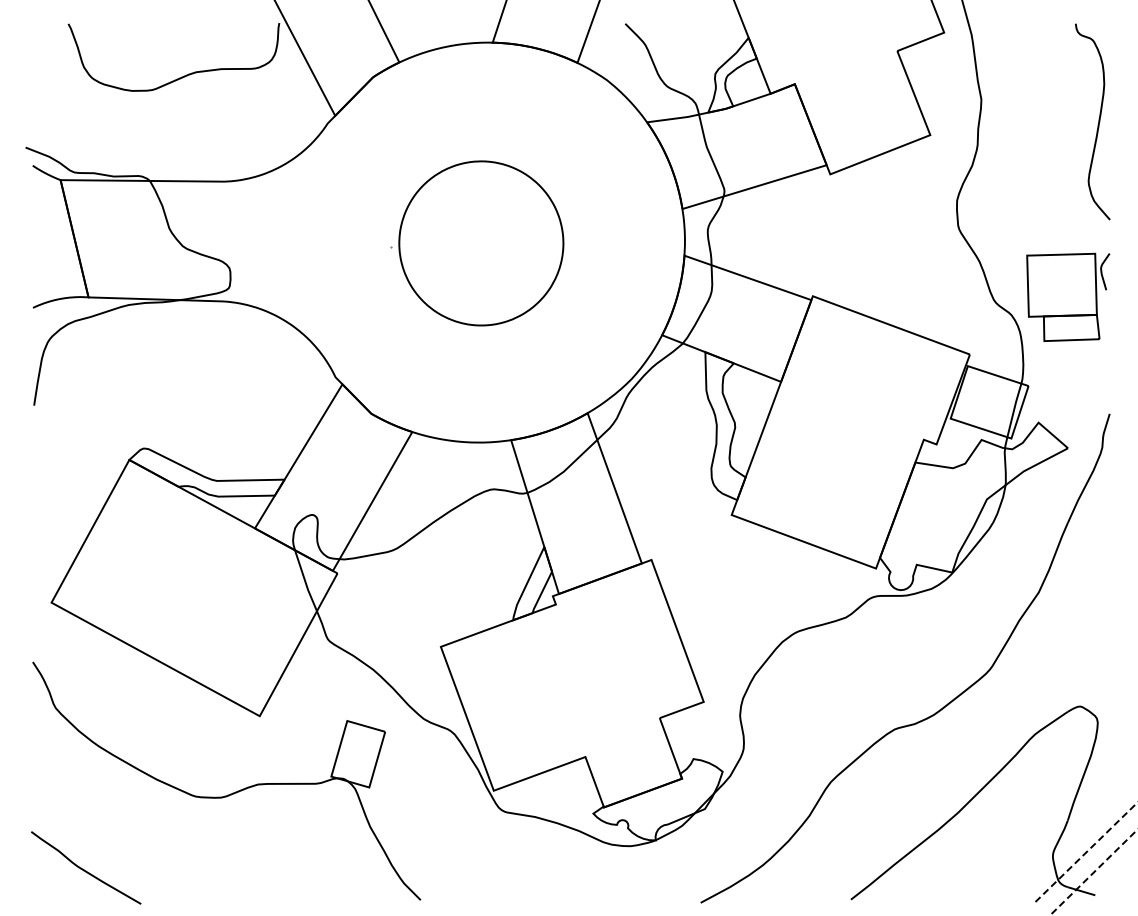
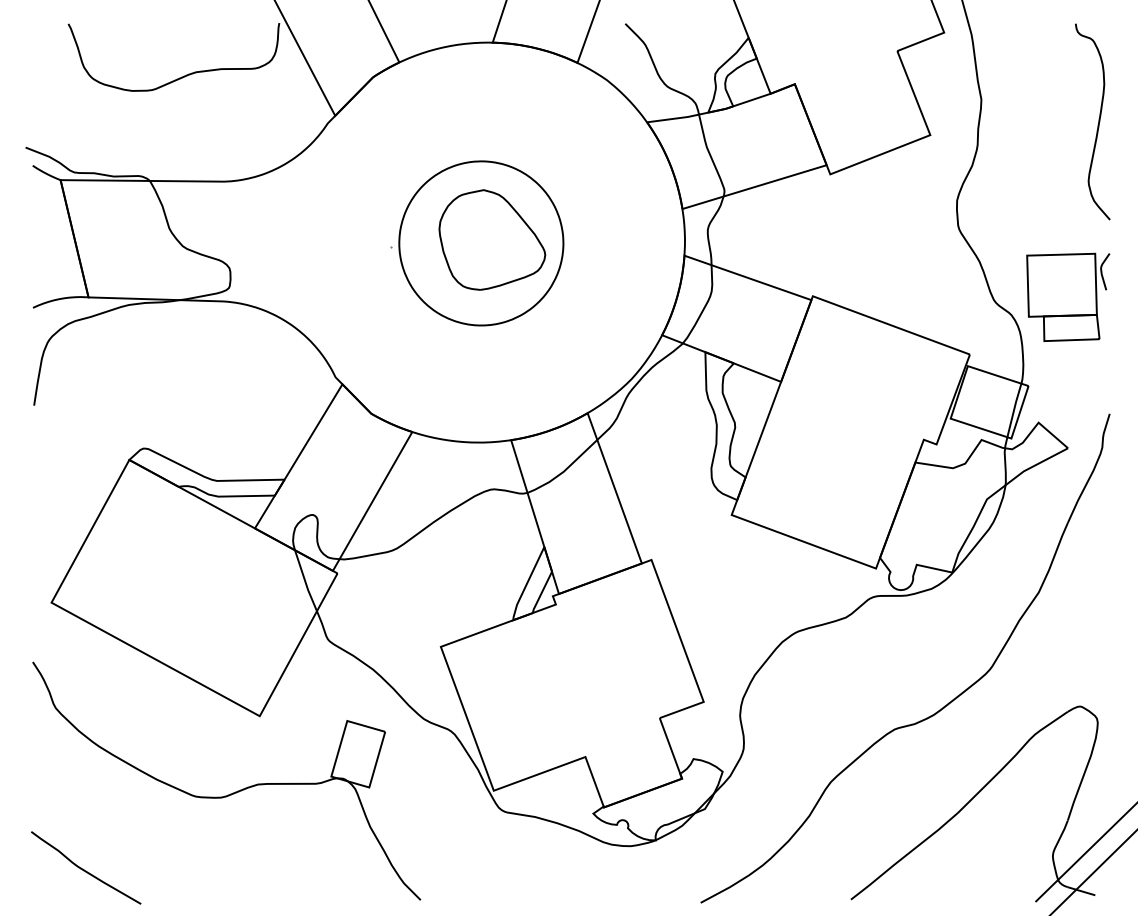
part at (492, 239): none -> present
line at (1087, 851): dashed -> solid
line at (1093, 873): dashed -> solid
